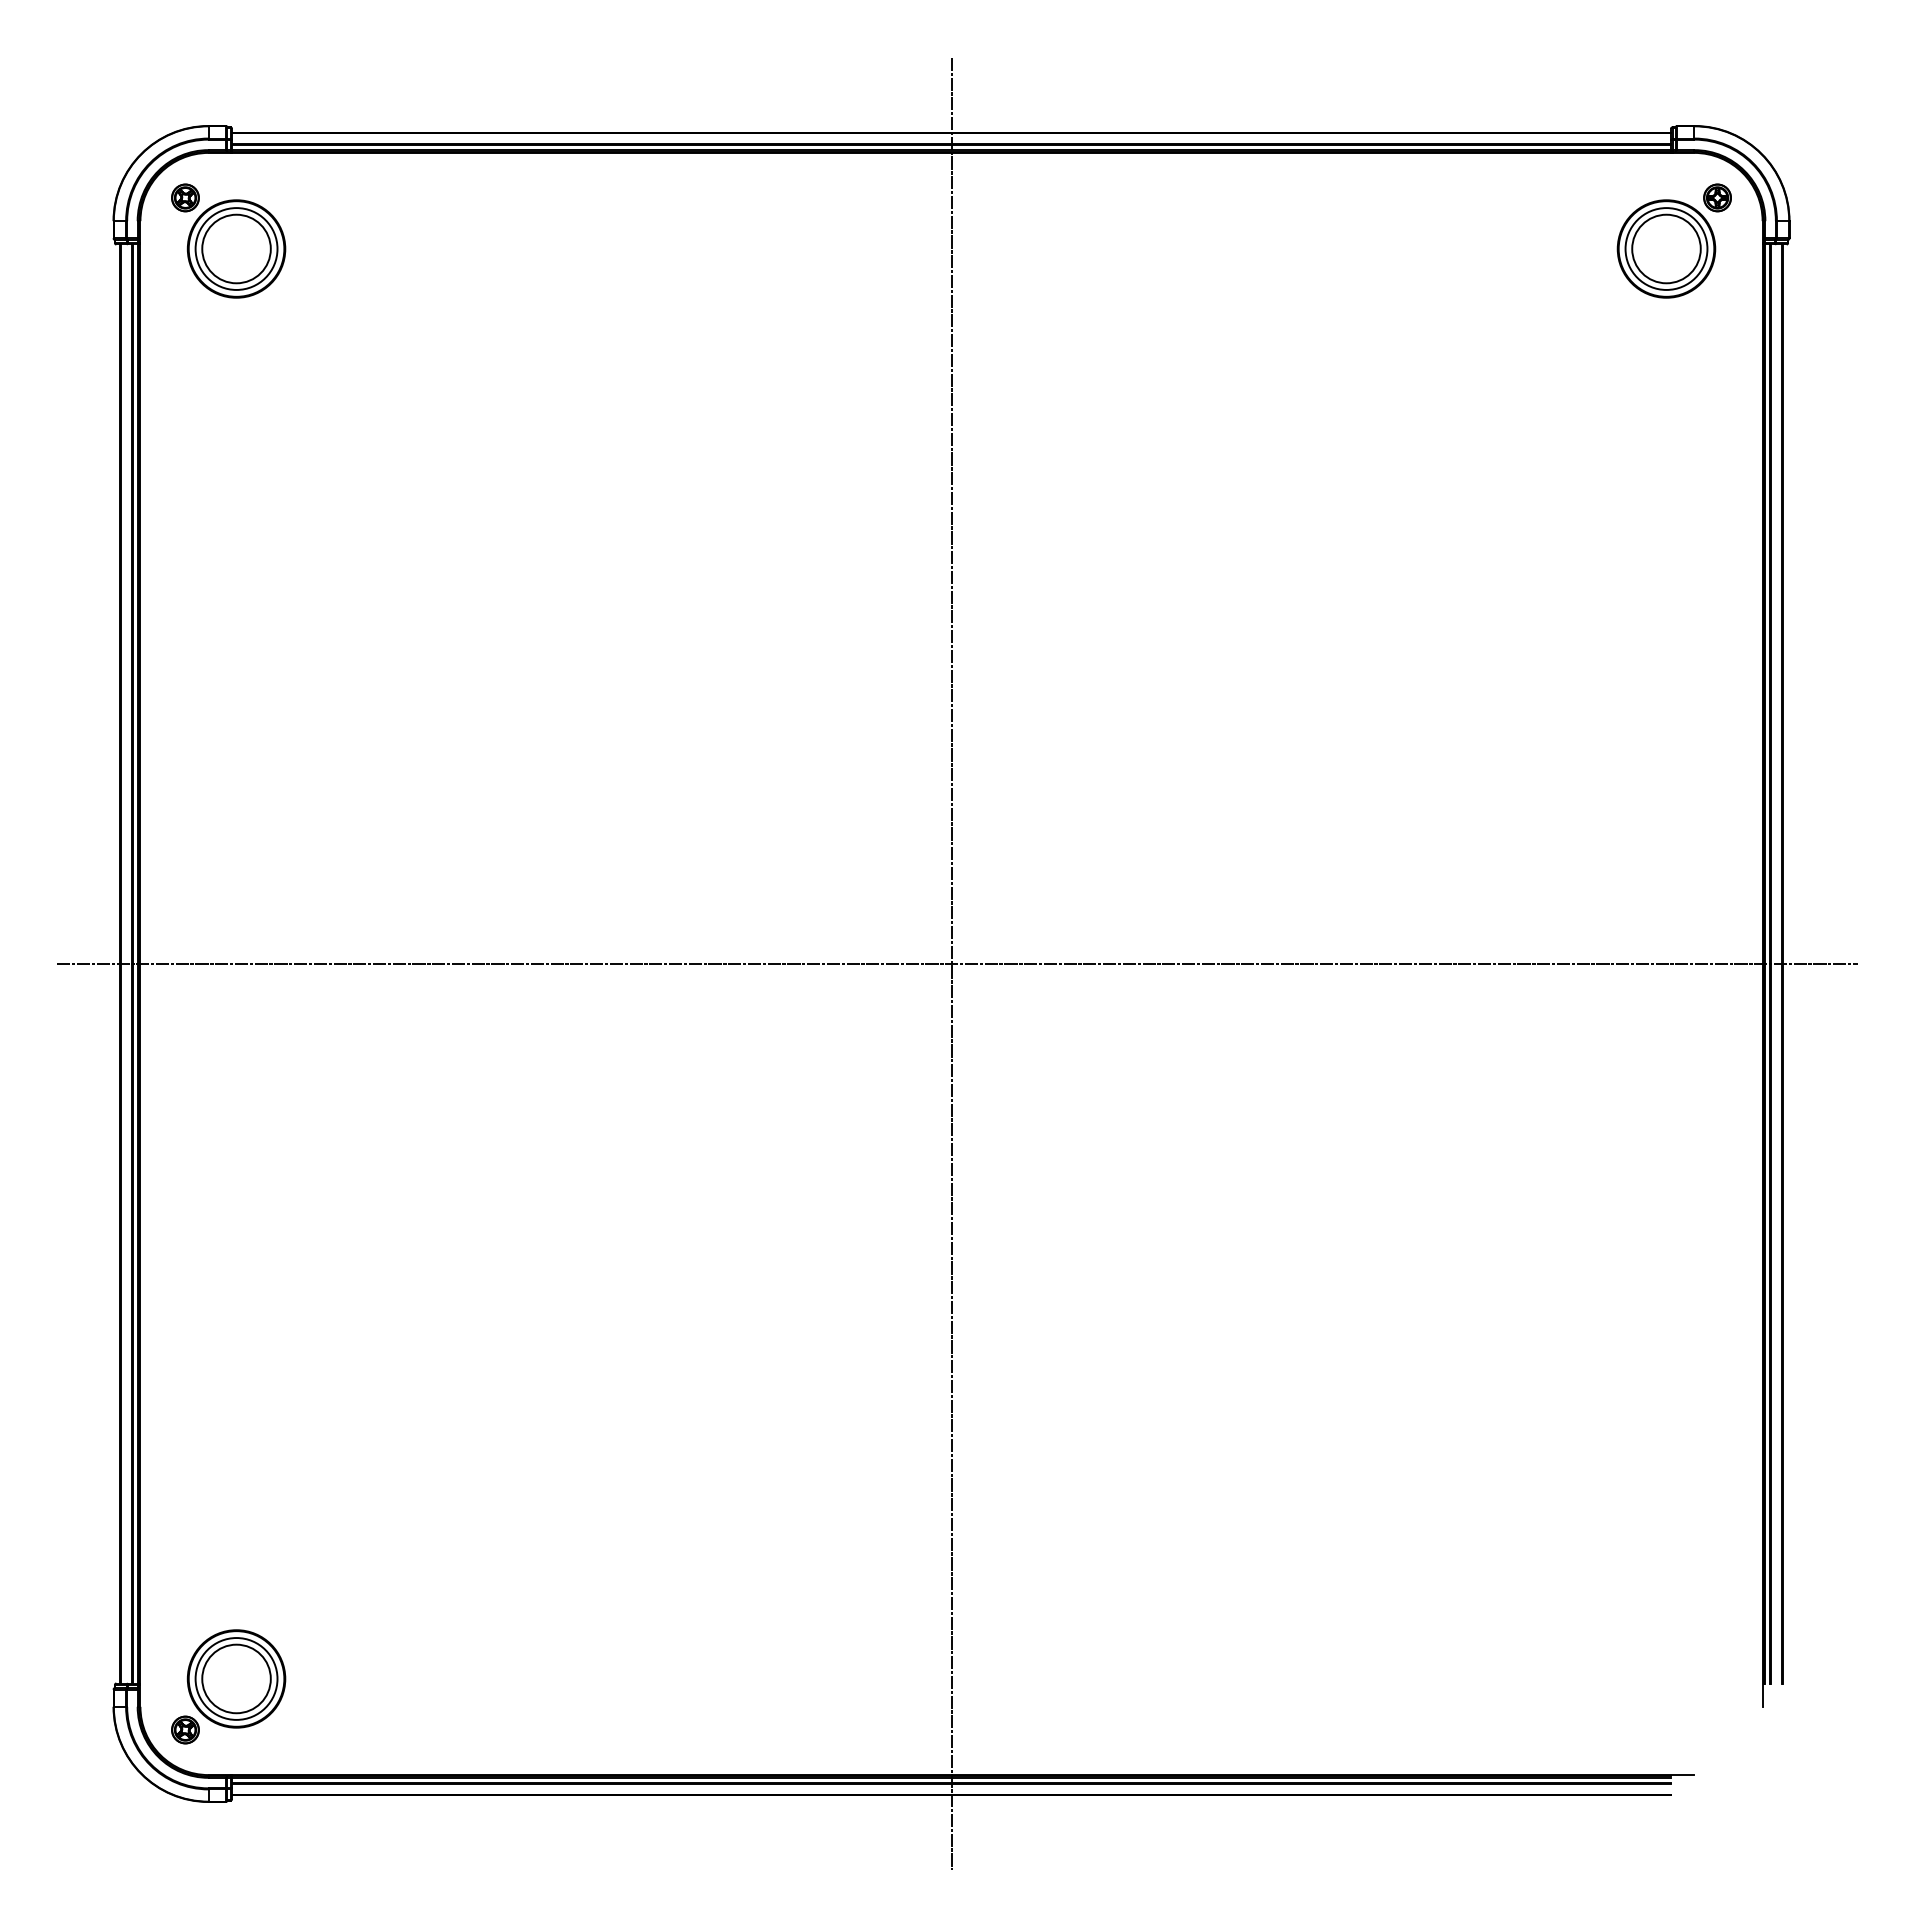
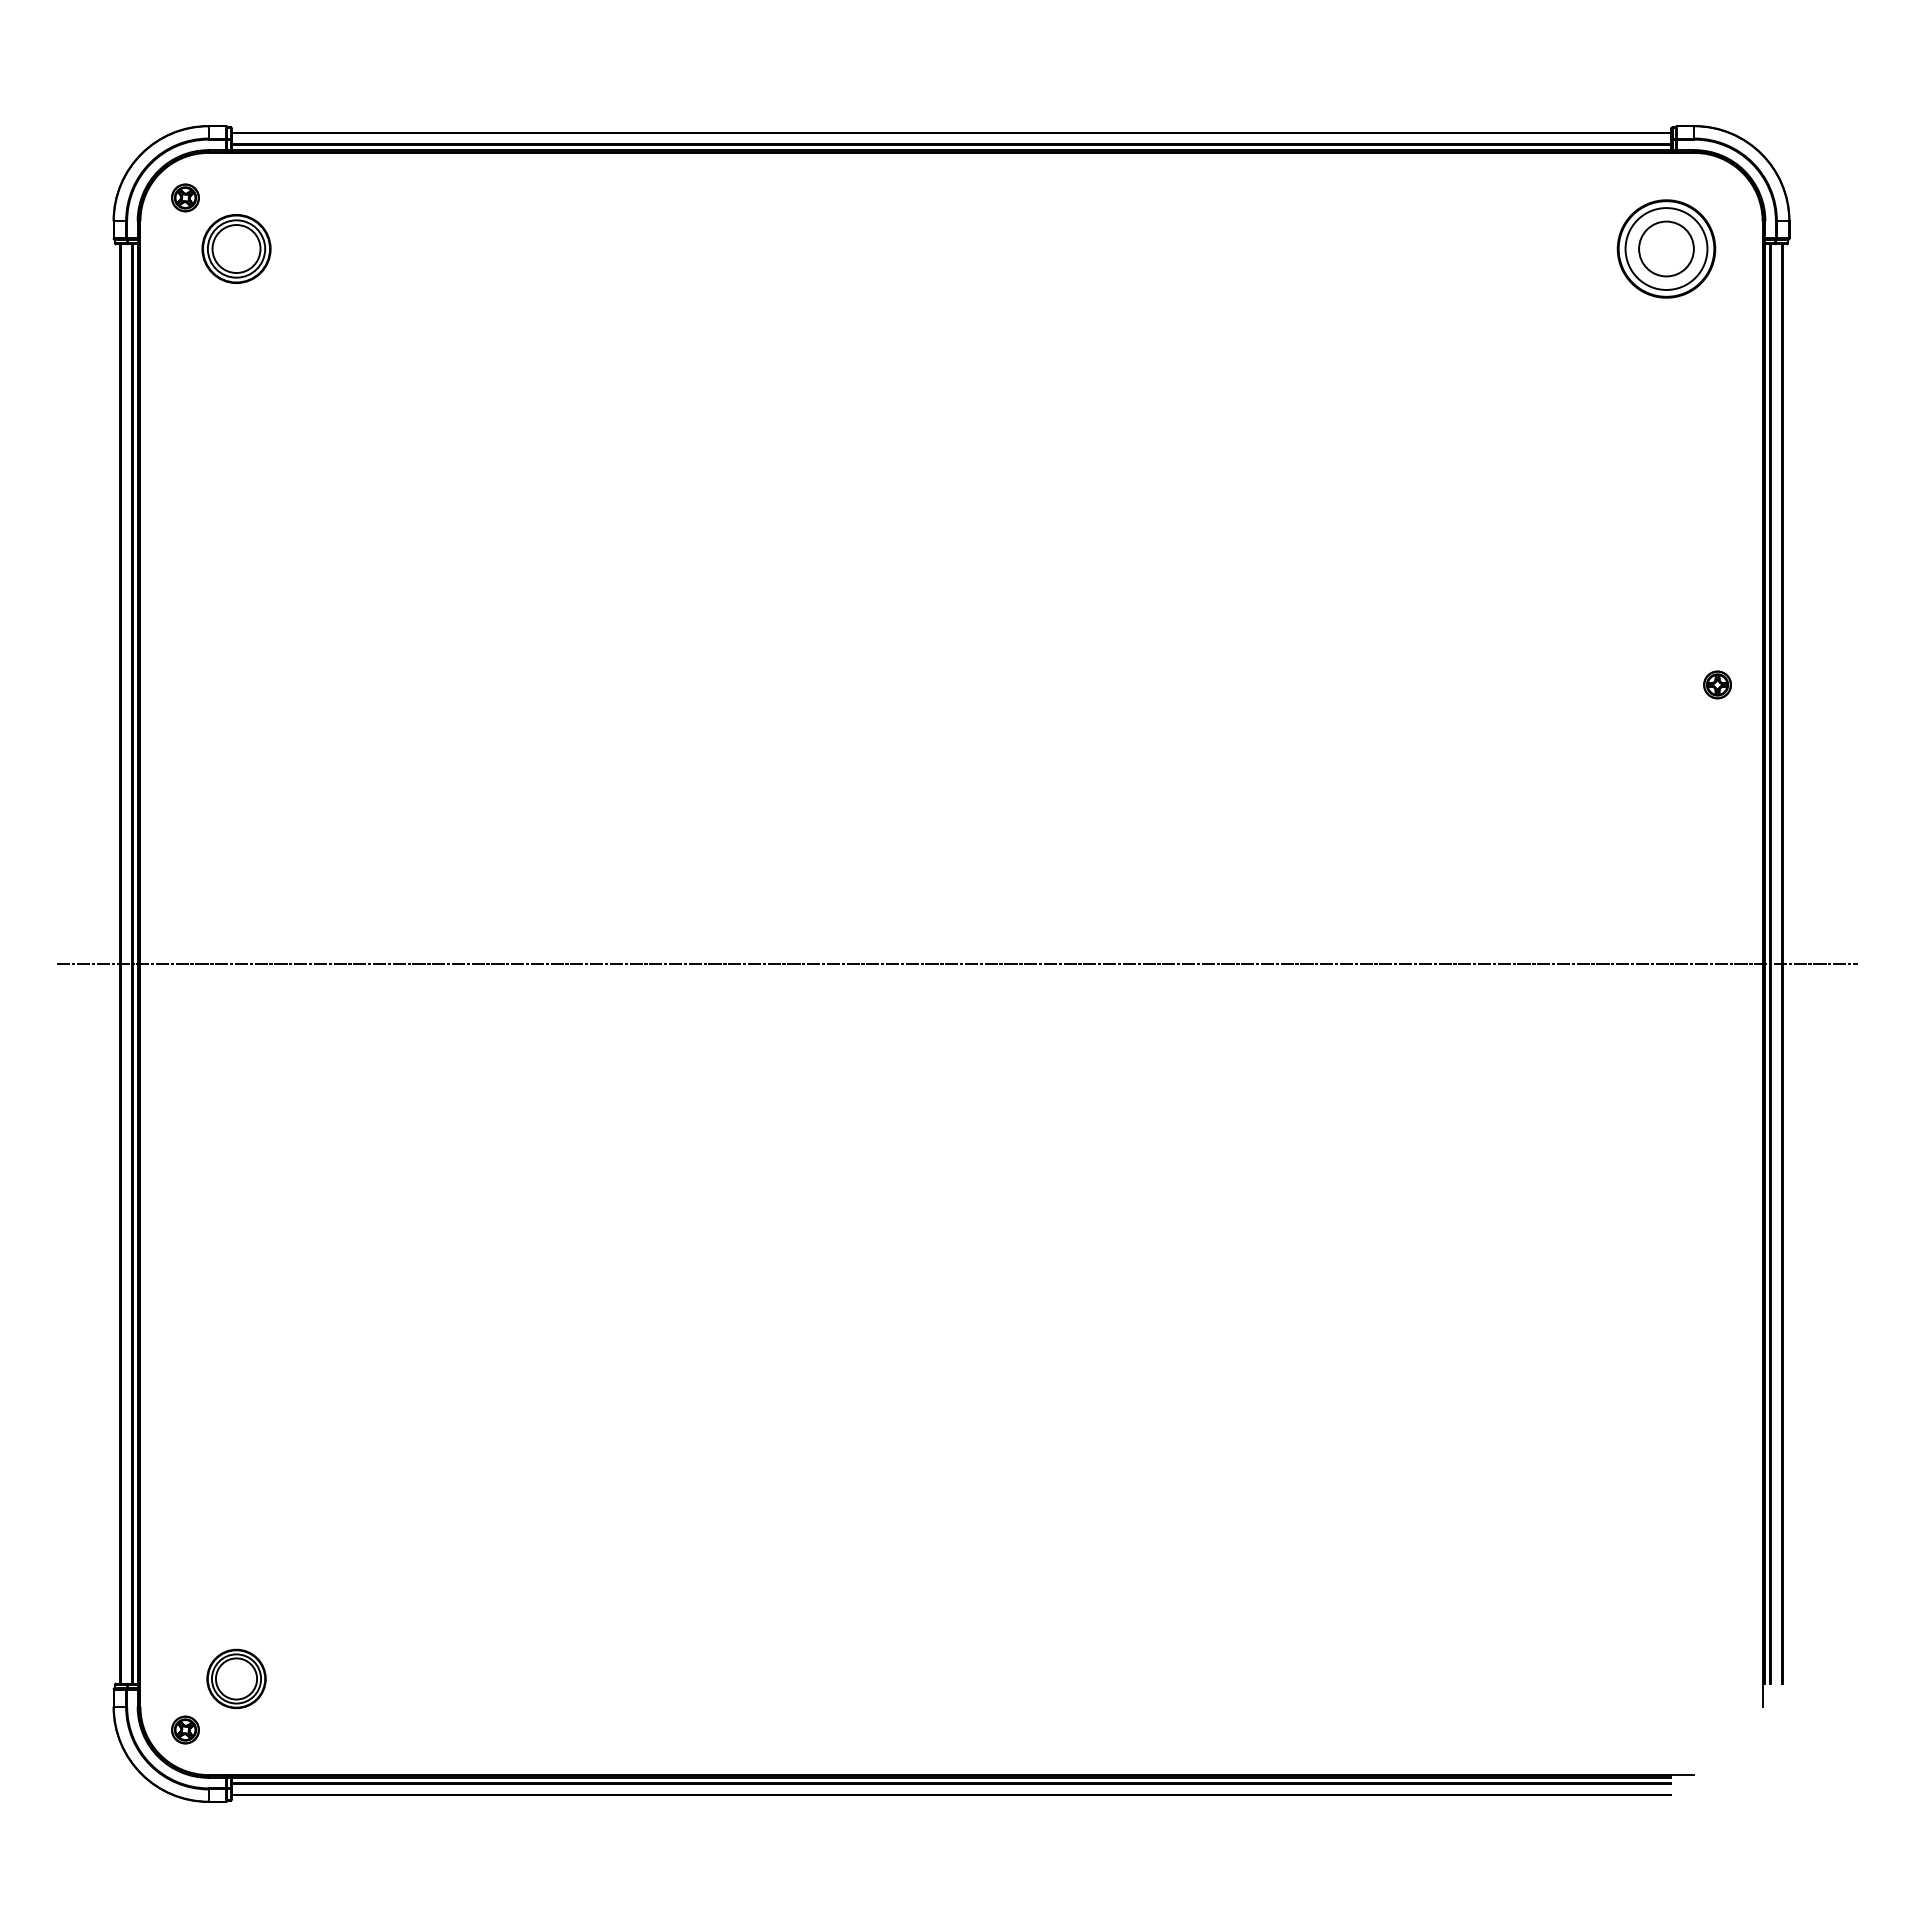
part at (1717, 197) position: (1717, 197) -> (1717, 684)
part at (236, 248) size: 101x100 px -> 71x70 px
circle at (1666, 248) diameter: 69 px -> 55 px
line at (951, 963): present -> none
part at (236, 1678) size: 101x100 px -> 61x62 px
